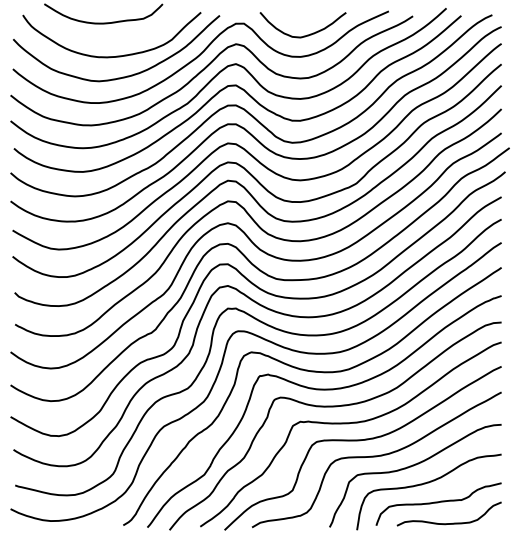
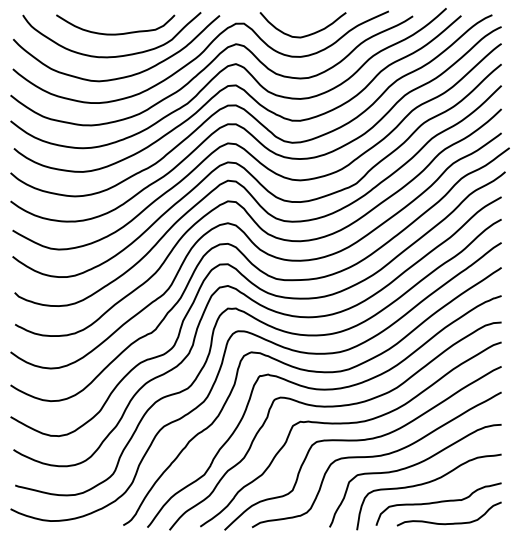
curve at (103, 22) position: (103, 22) -> (115, 33)
